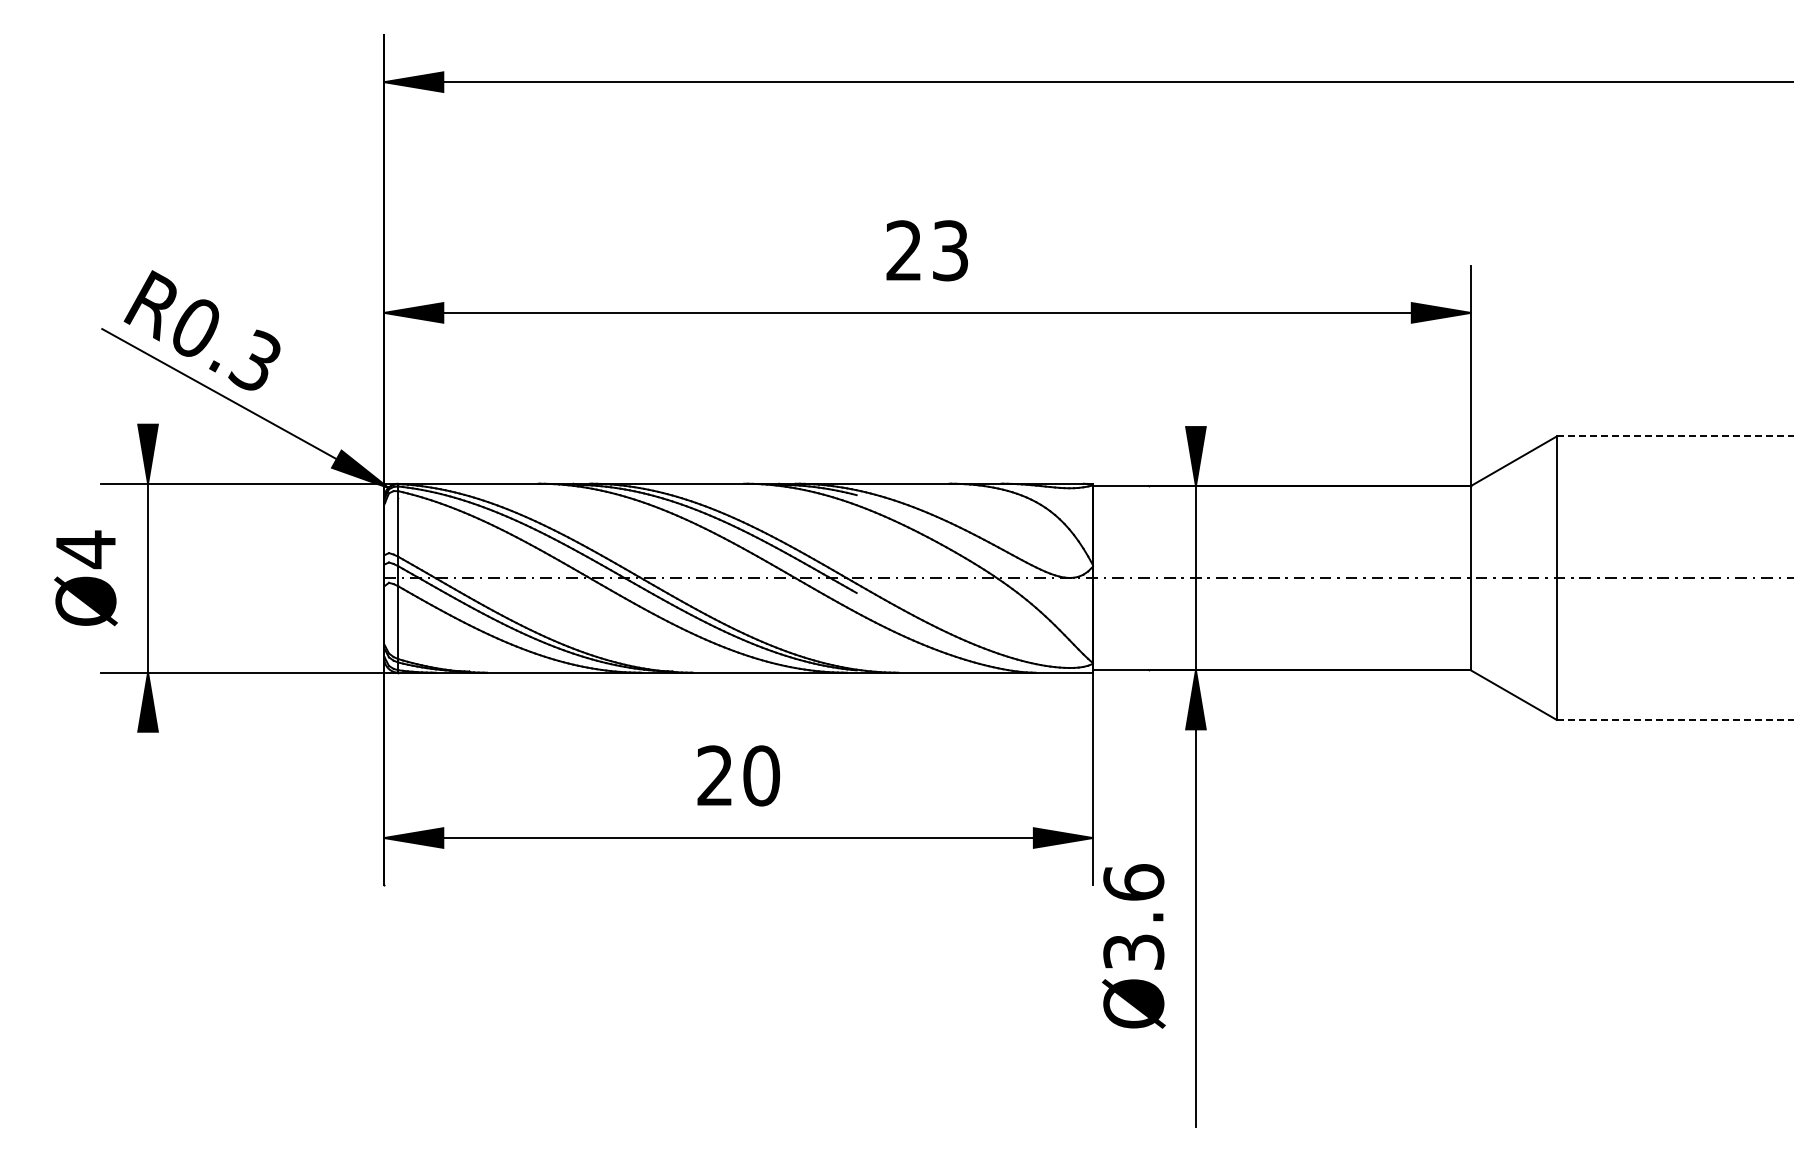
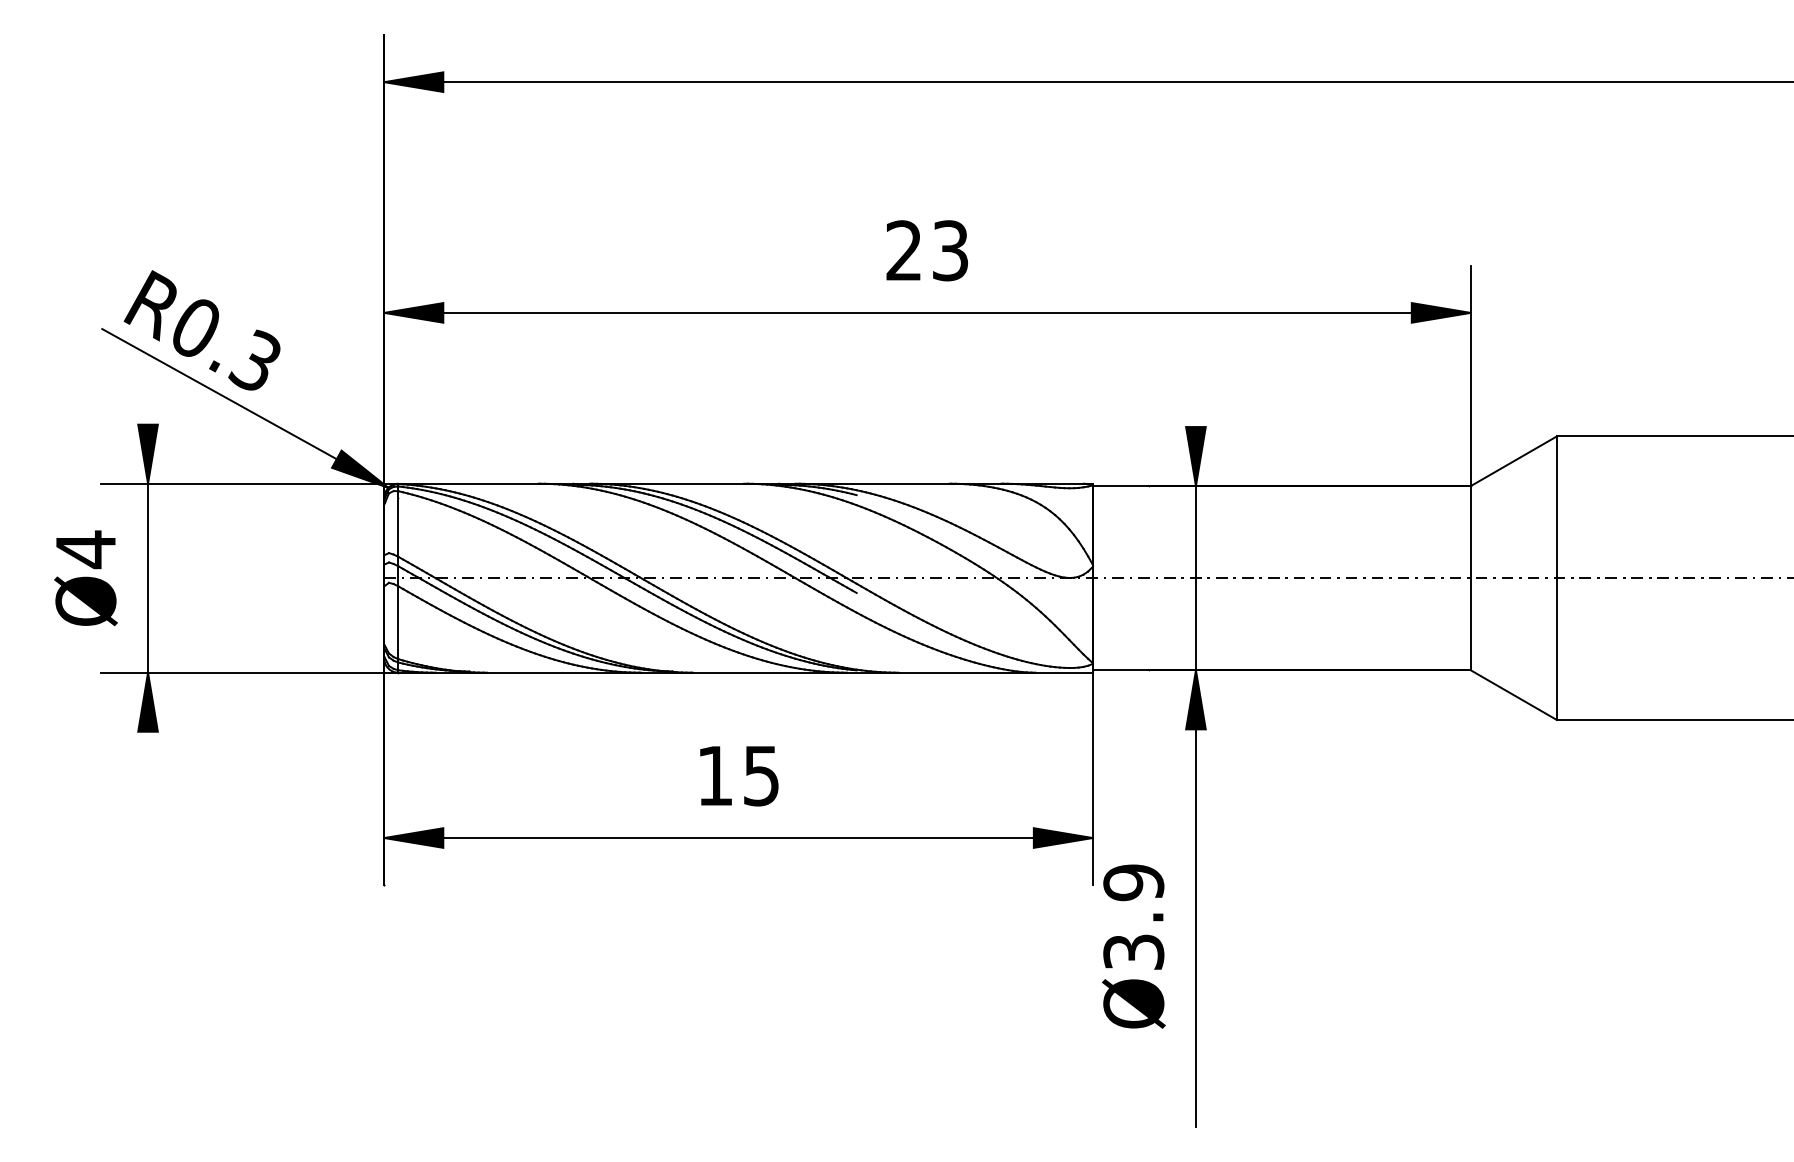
line at (1675, 436): dashed -> solid
line at (1675, 719): dashed -> solid
text at (738, 775): 20 -> 15
text at (1133, 882): Ø3.6 -> Ø3.9
